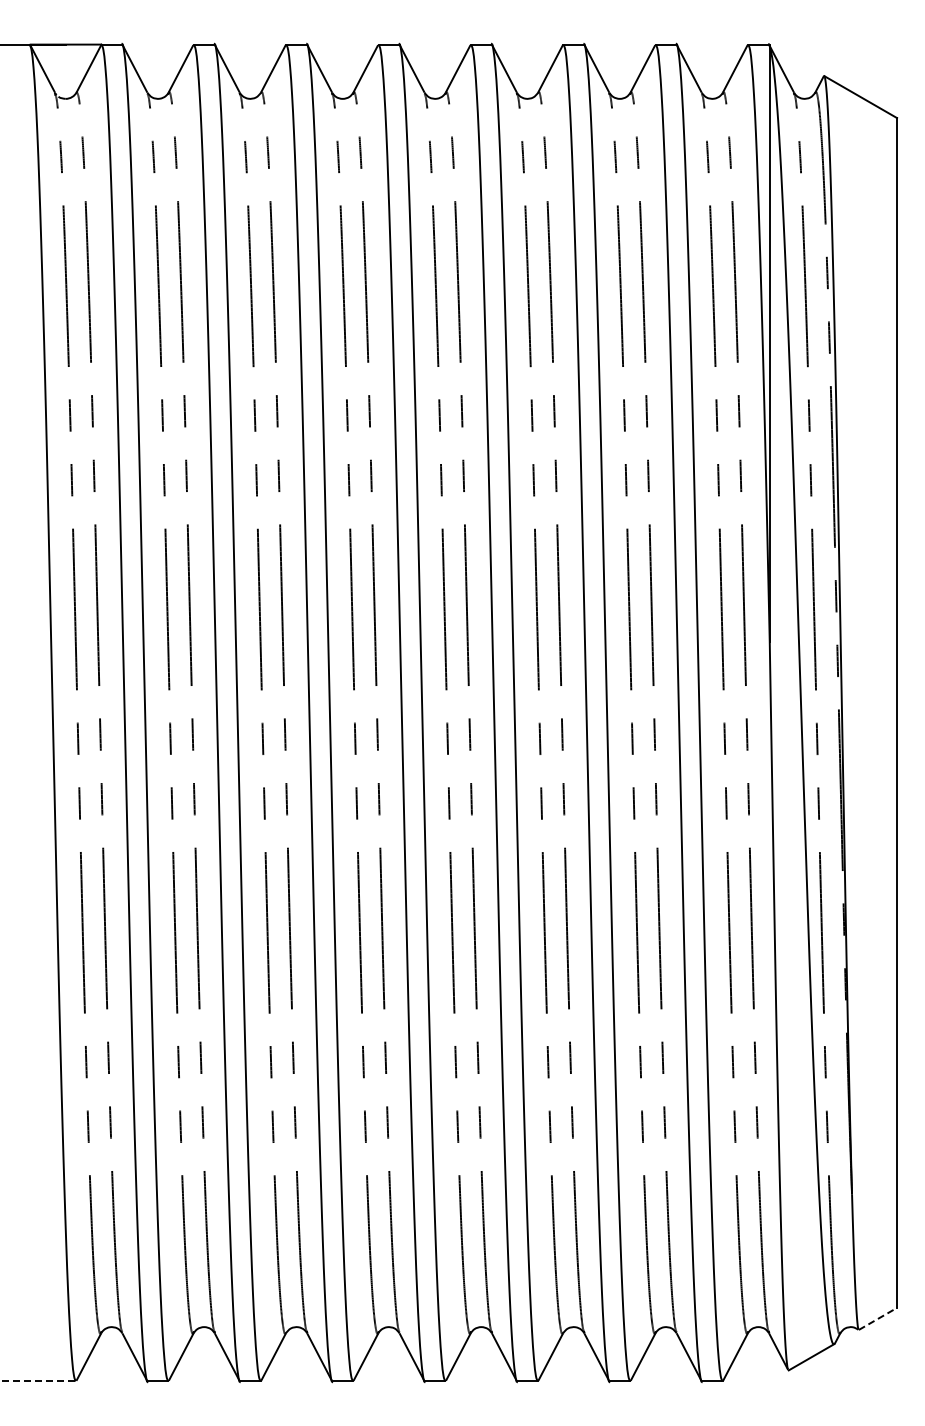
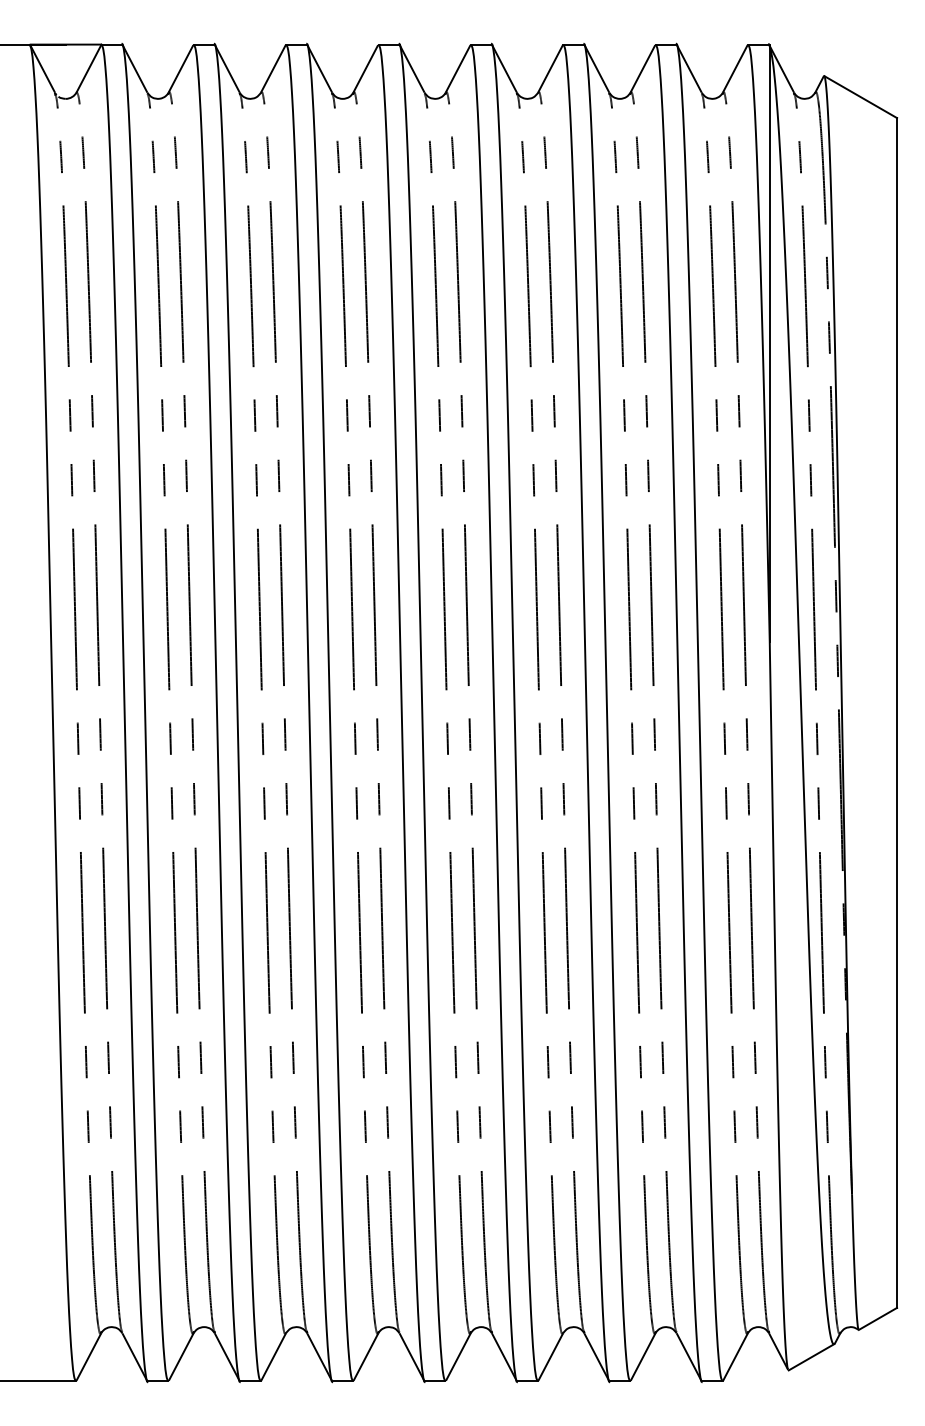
line at (878, 1318): dashed -> solid
line at (38, 1381): dashed -> solid
